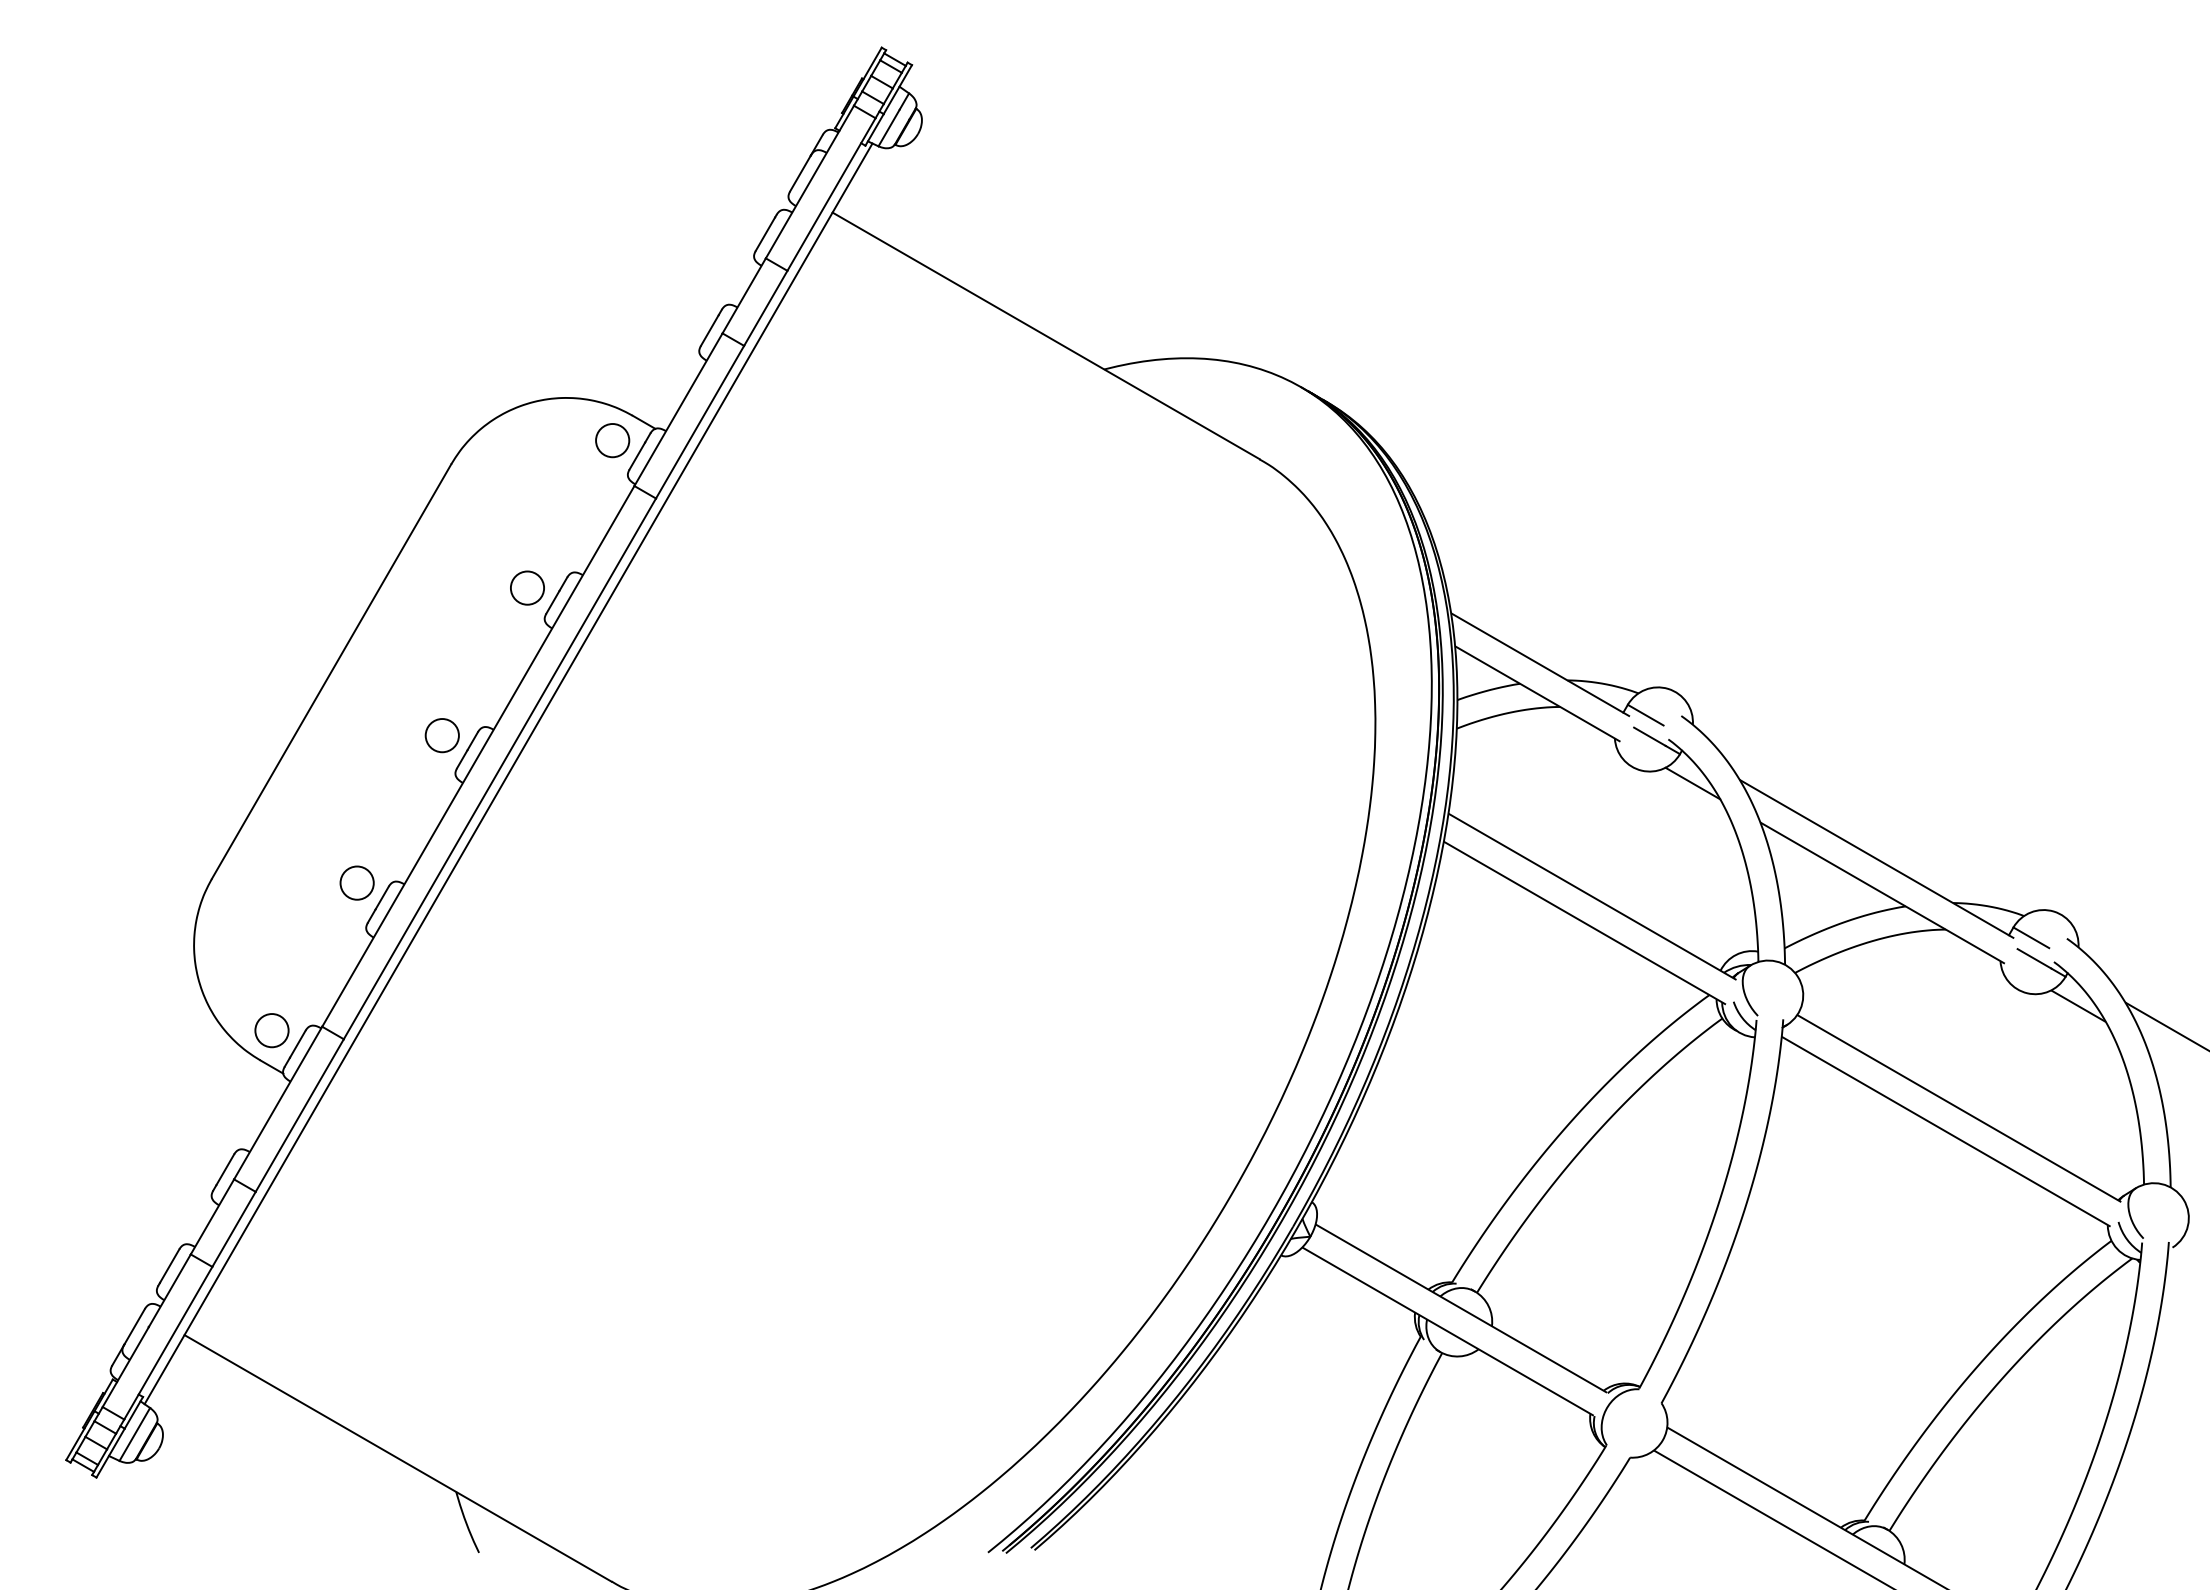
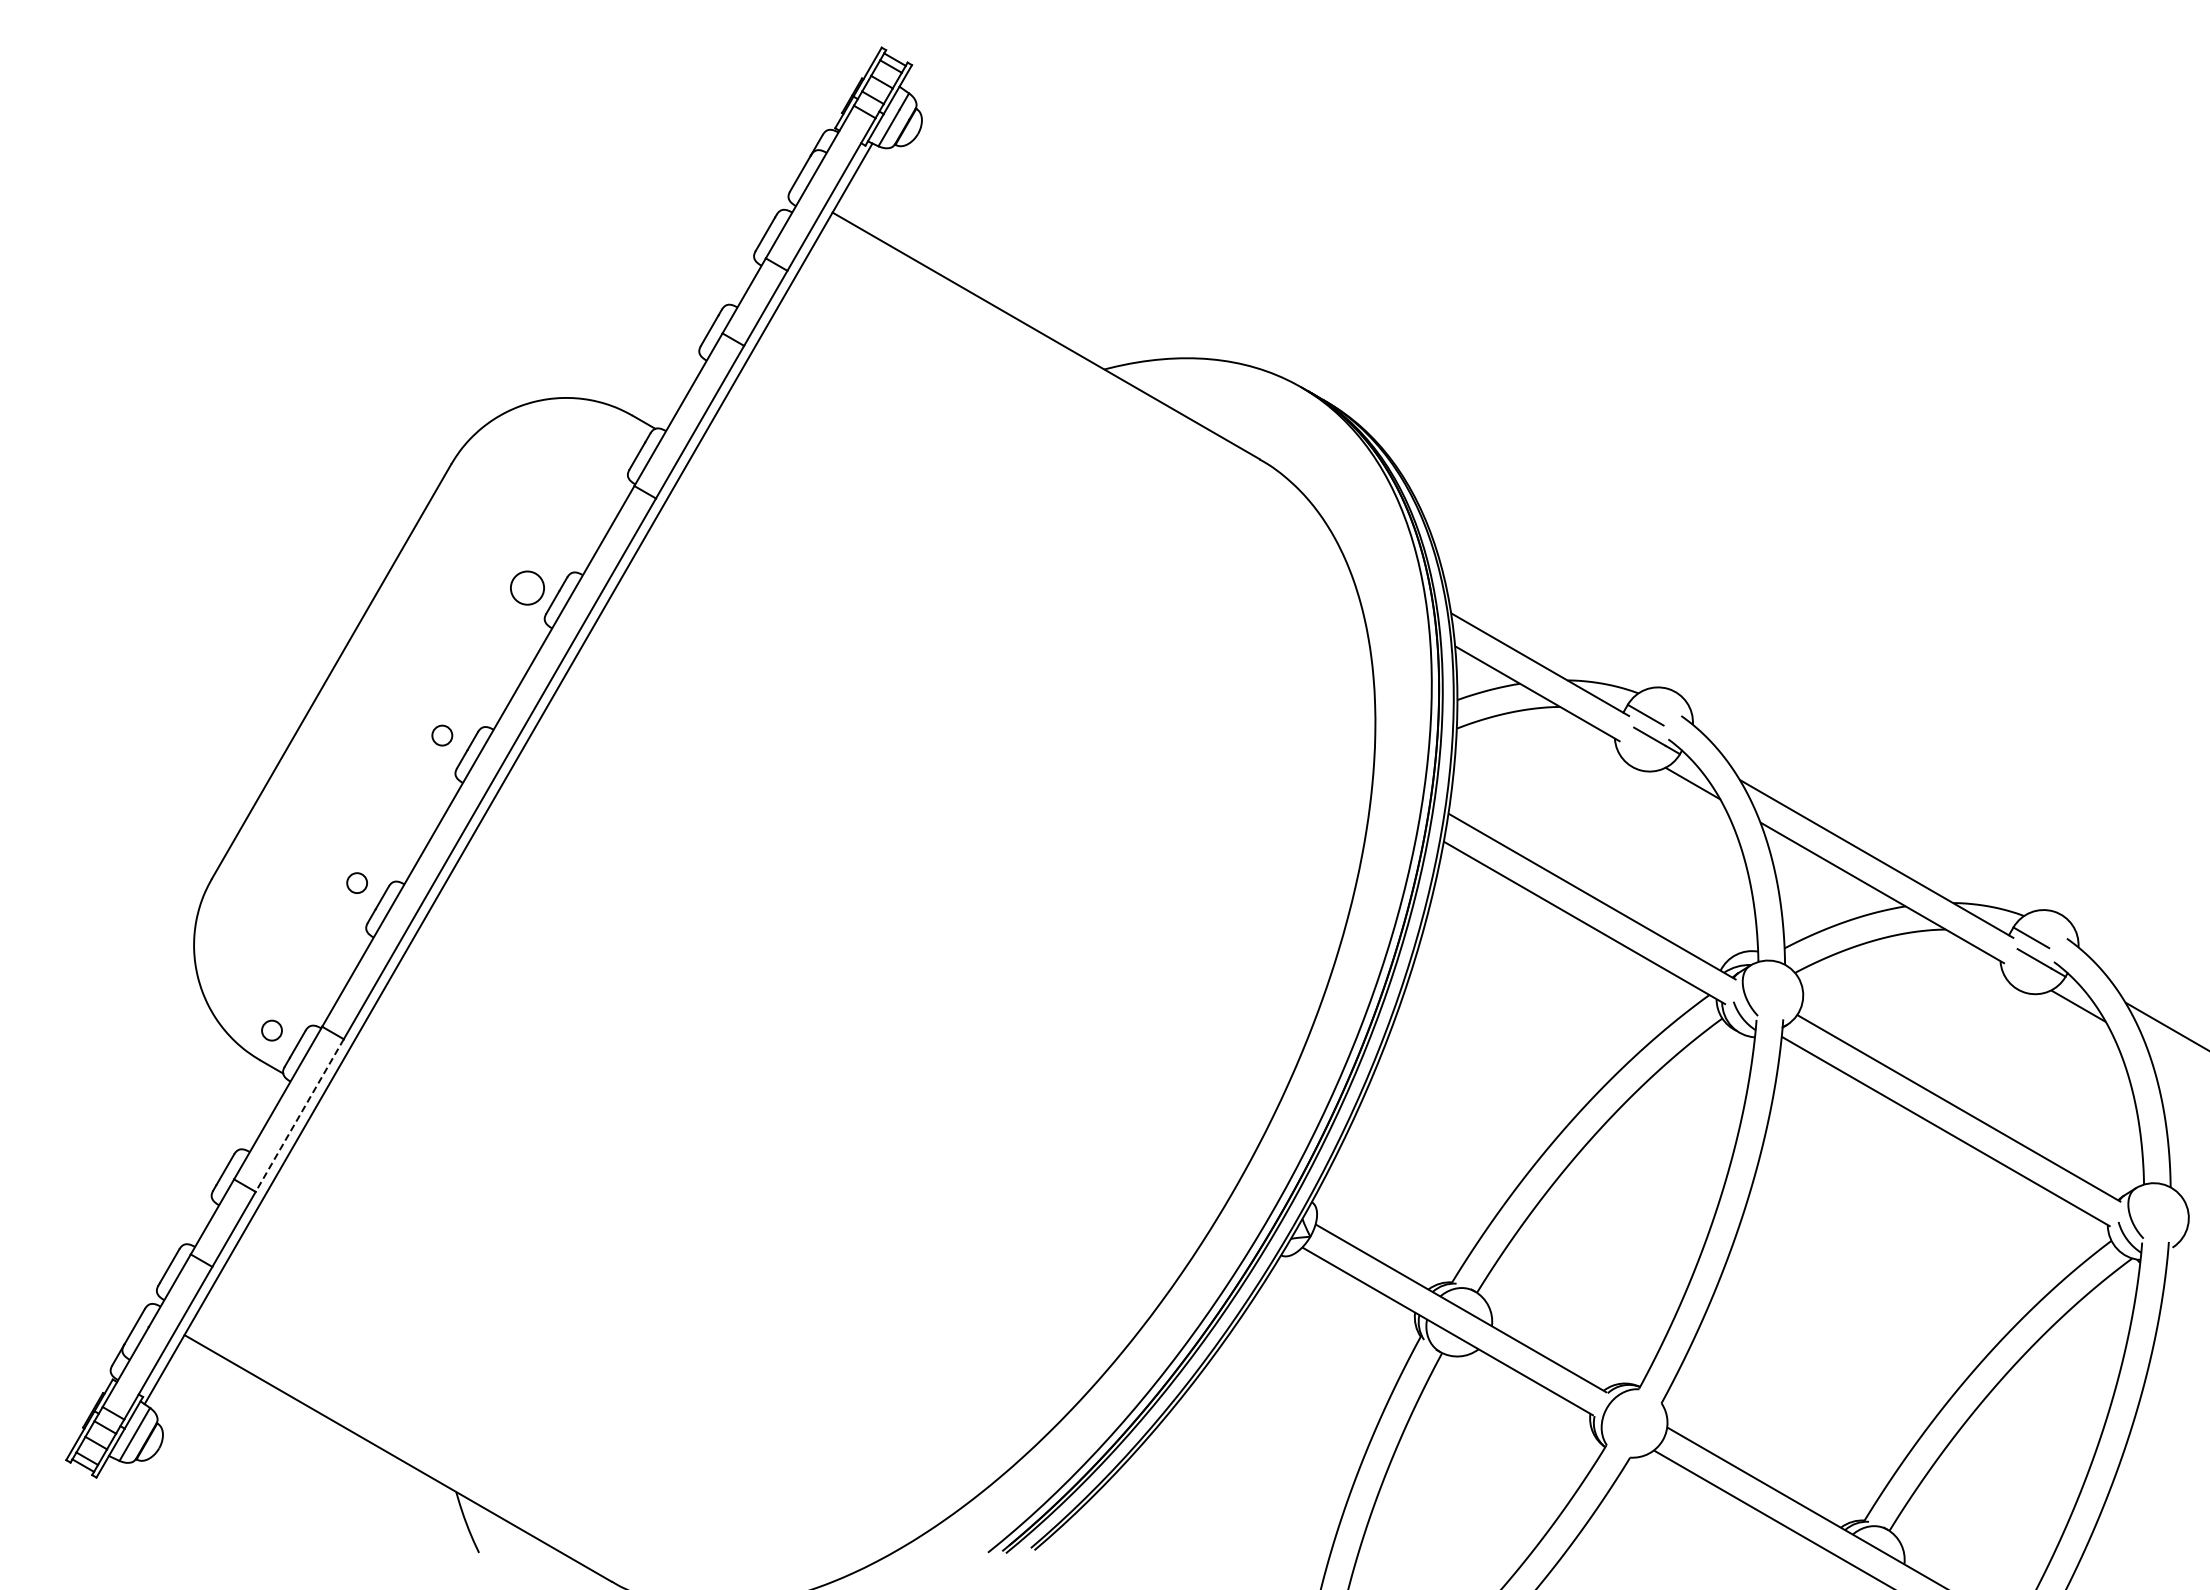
circle at (612, 440): present -> none
circle at (441, 735) diameter: 33 px -> 20 px
circle at (356, 882) diameter: 33 px -> 20 px
circle at (271, 1030) diameter: 33 px -> 20 px
line at (299, 1115): solid -> dashed
